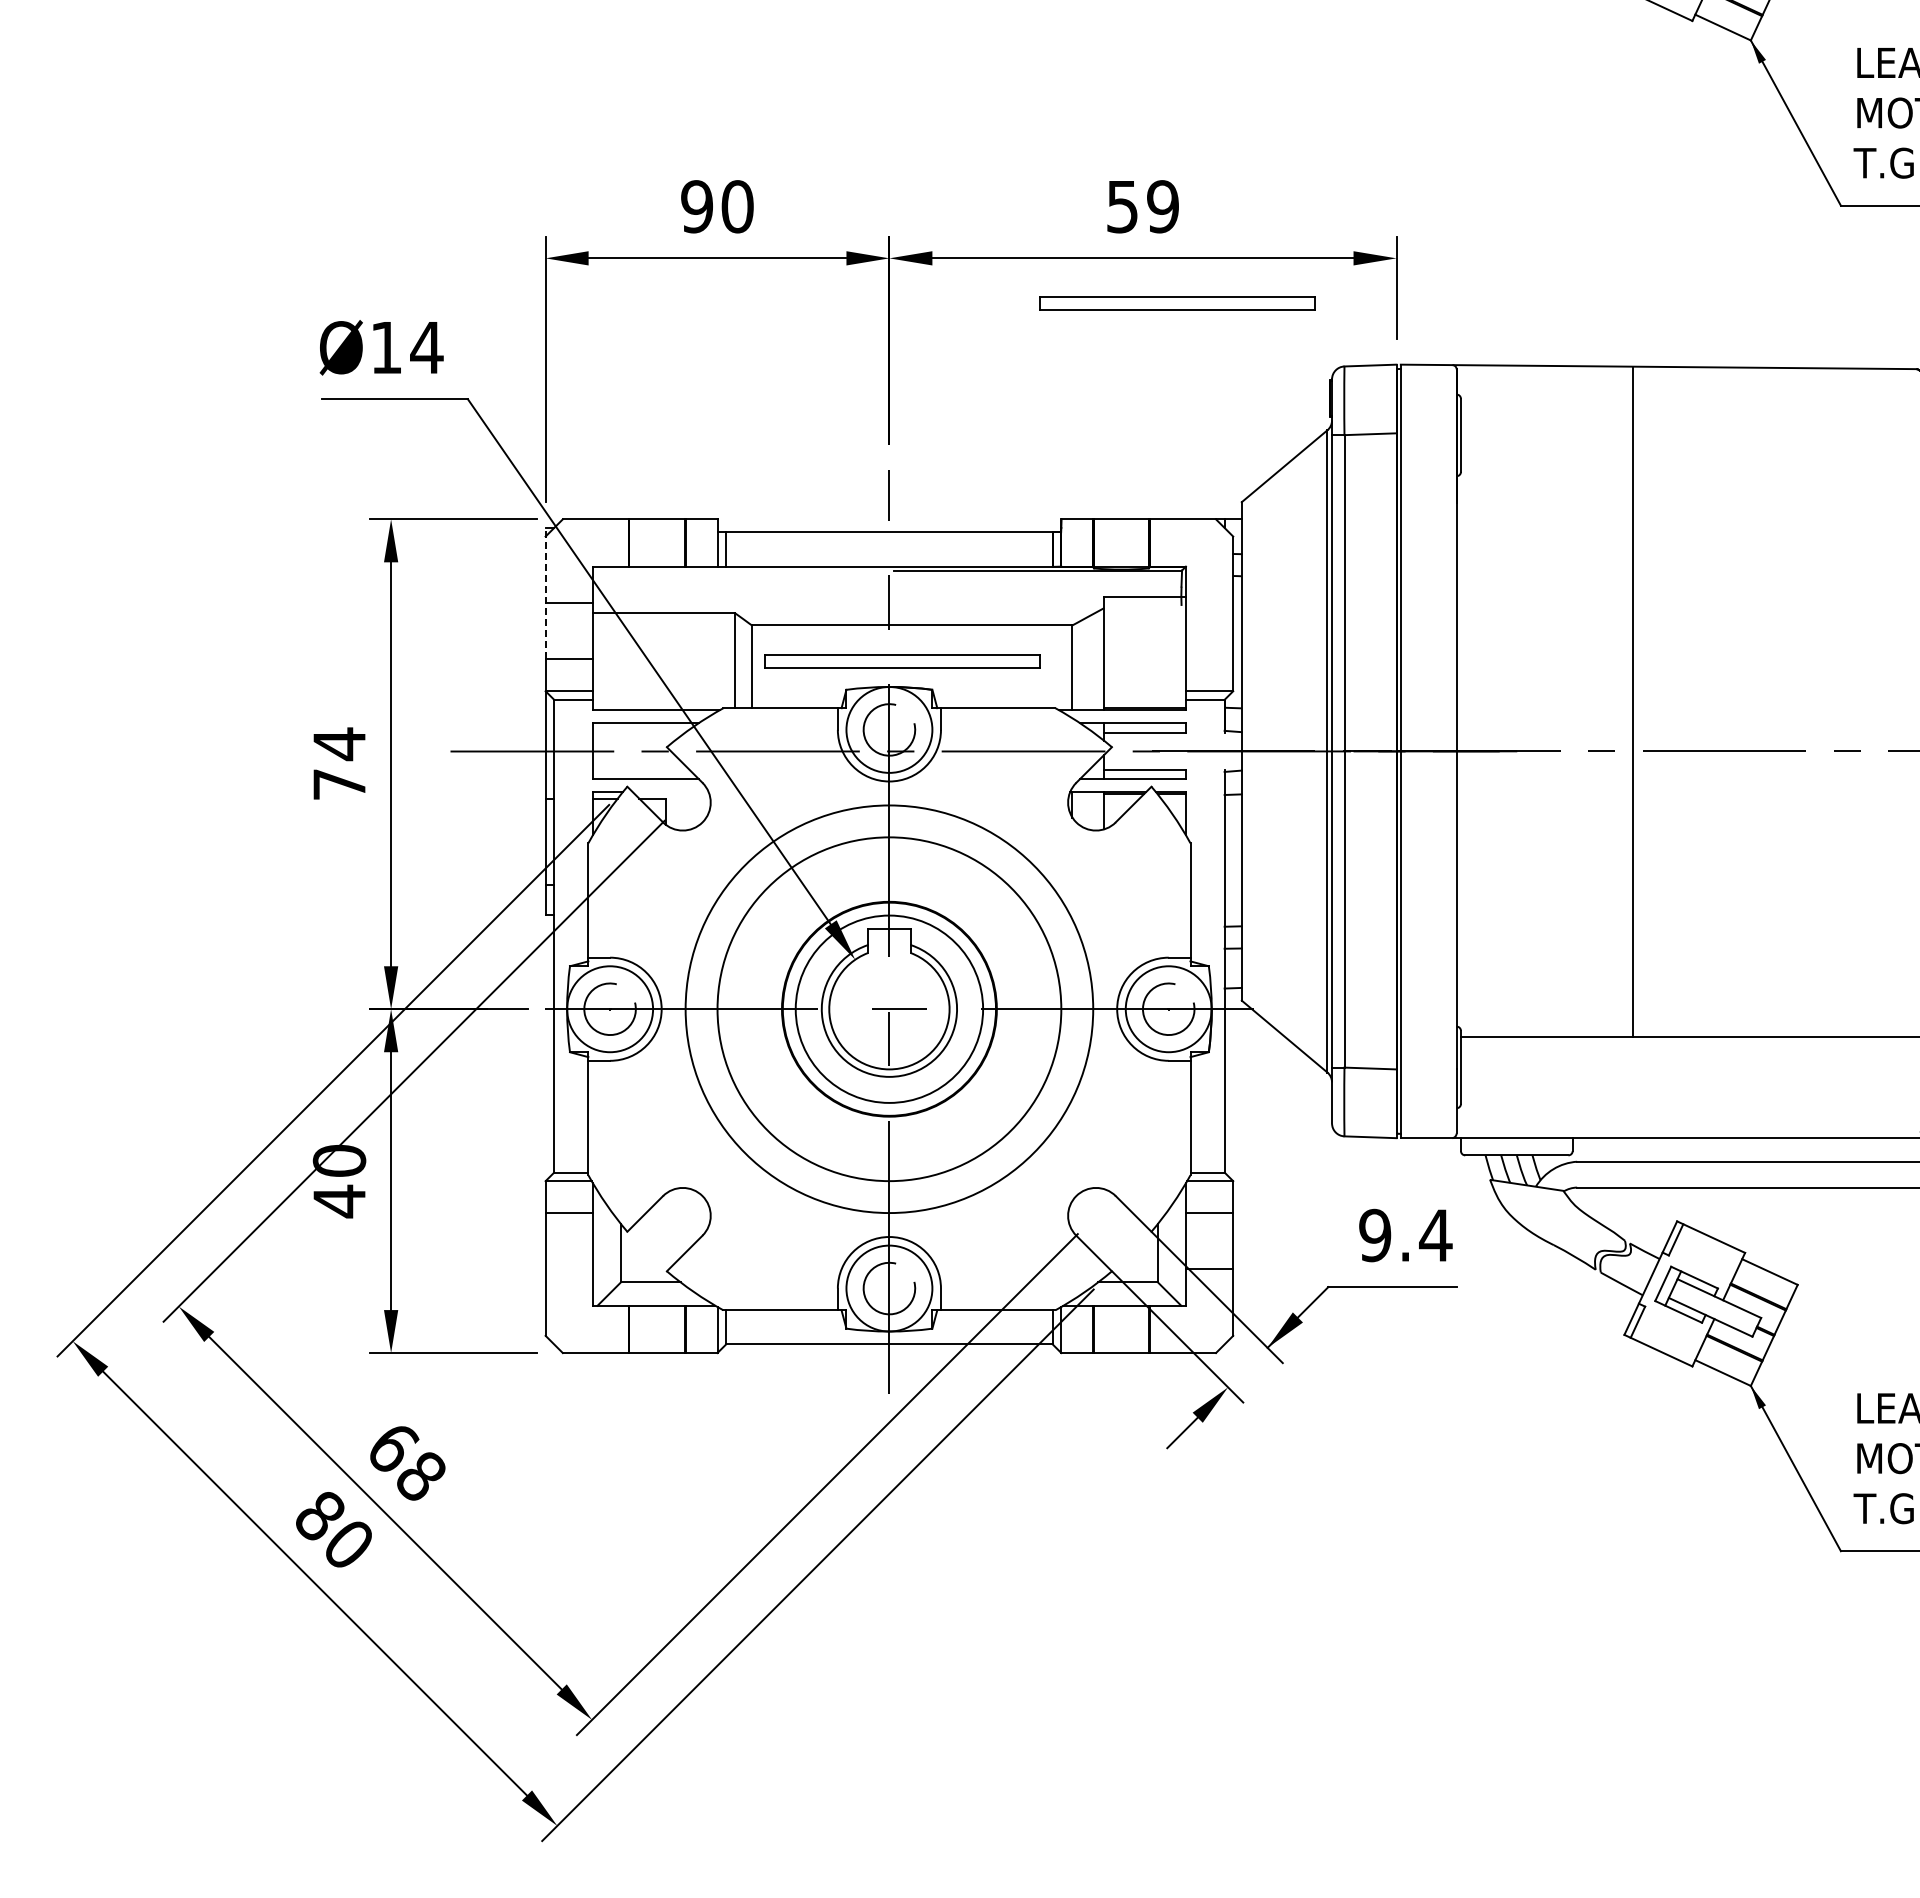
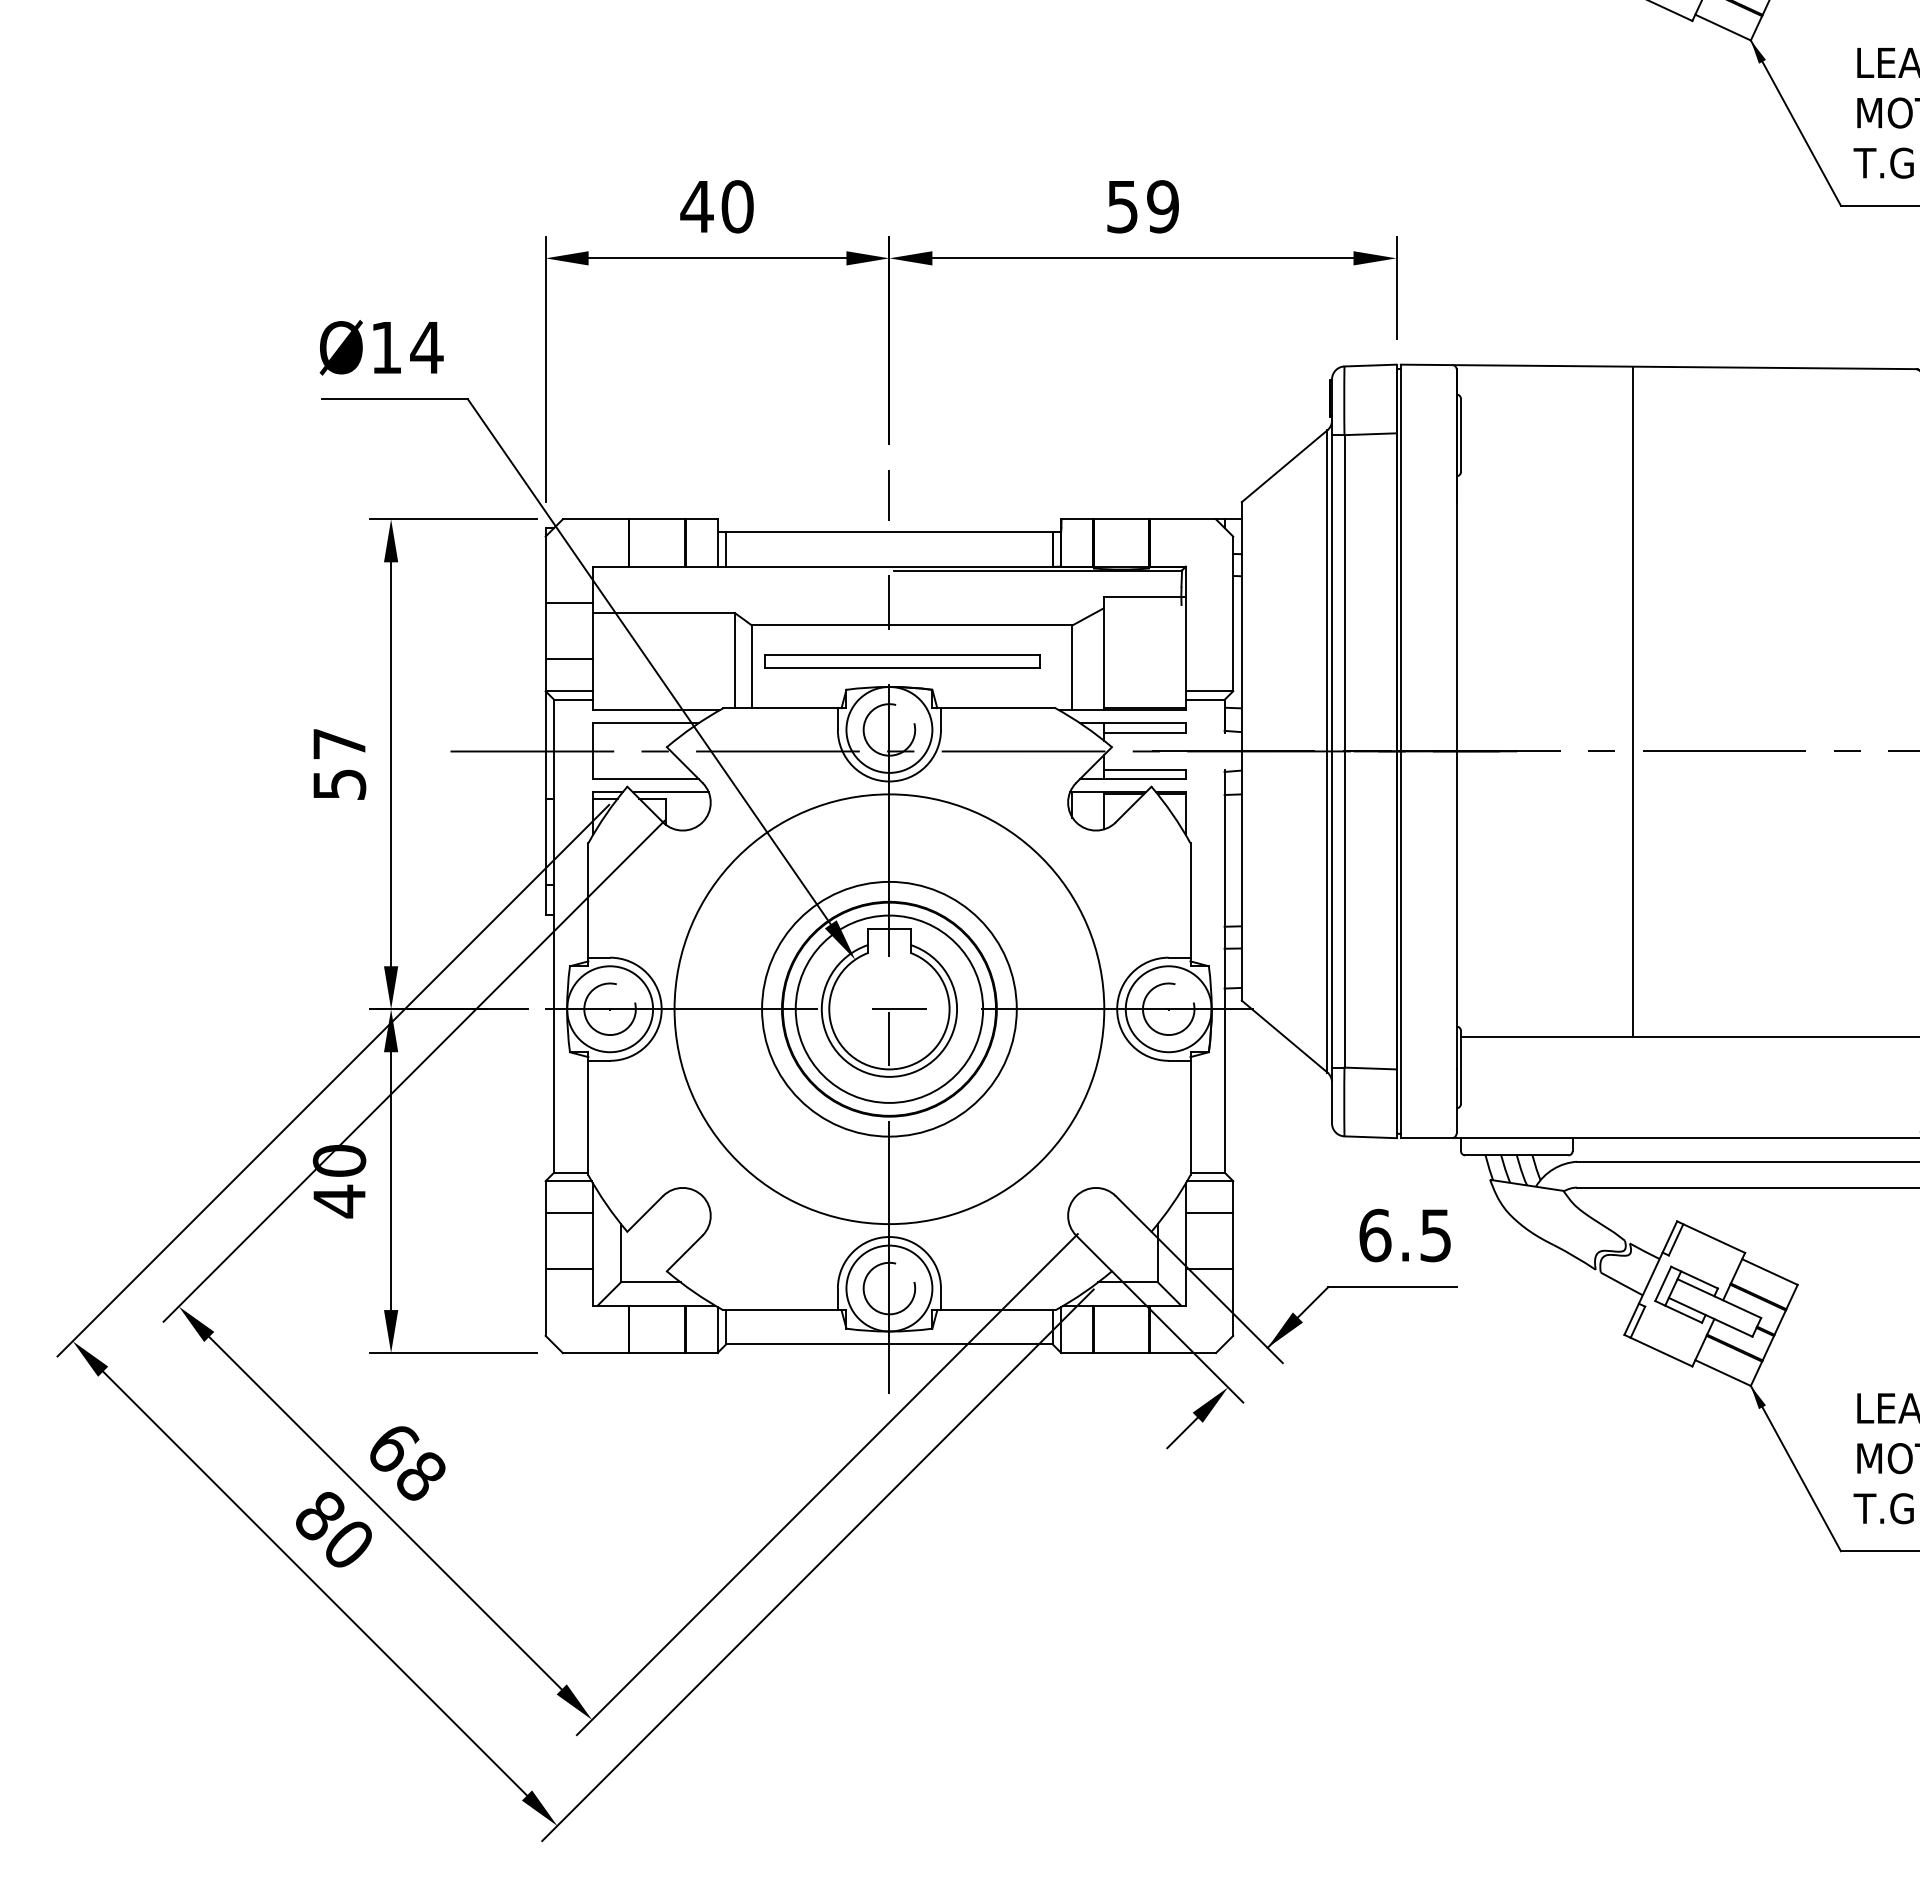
text at (696, 206): 90 -> 40
part at (1177, 303): present -> none
line at (545, 592): dashed -> solid
text at (339, 763): 74 -> 57
line at (670, 791): none -> present
circle at (889, 1009) diameter: 344 px -> 430 px
circle at (889, 1009) diameter: 408 px -> 255 px
text at (1405, 1235): 9.4 -> 6.5
line at (568, 1269): none -> present
